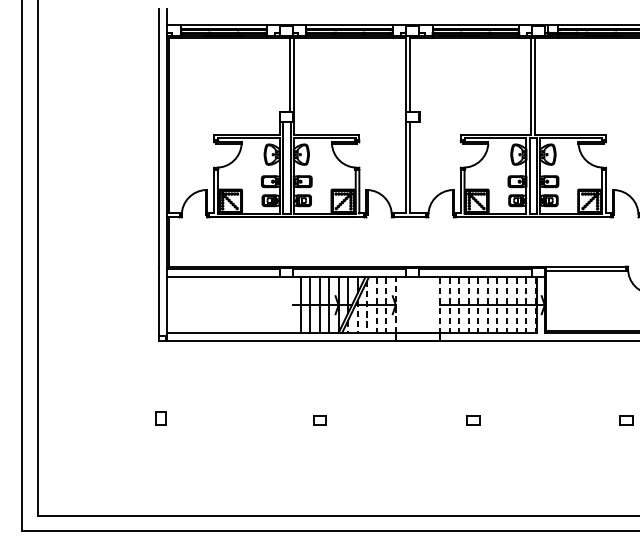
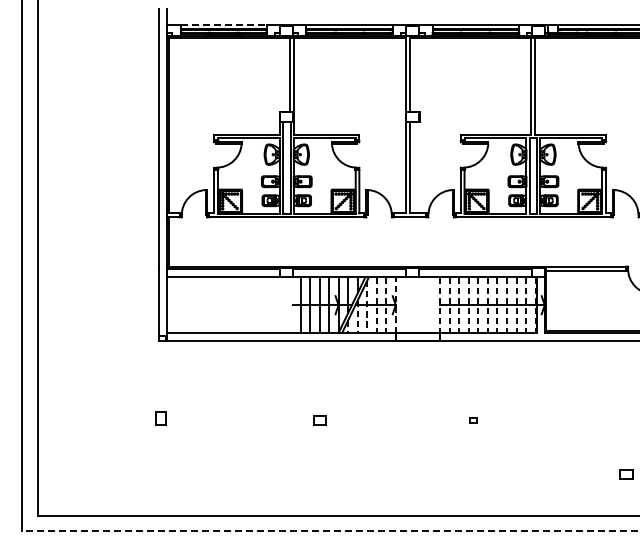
line at (223, 24): solid -> dashed
part at (473, 420) size: 15x11 px -> 9x7 px
part at (626, 420) position: (626, 420) -> (626, 474)
line at (330, 531): solid -> dashed
